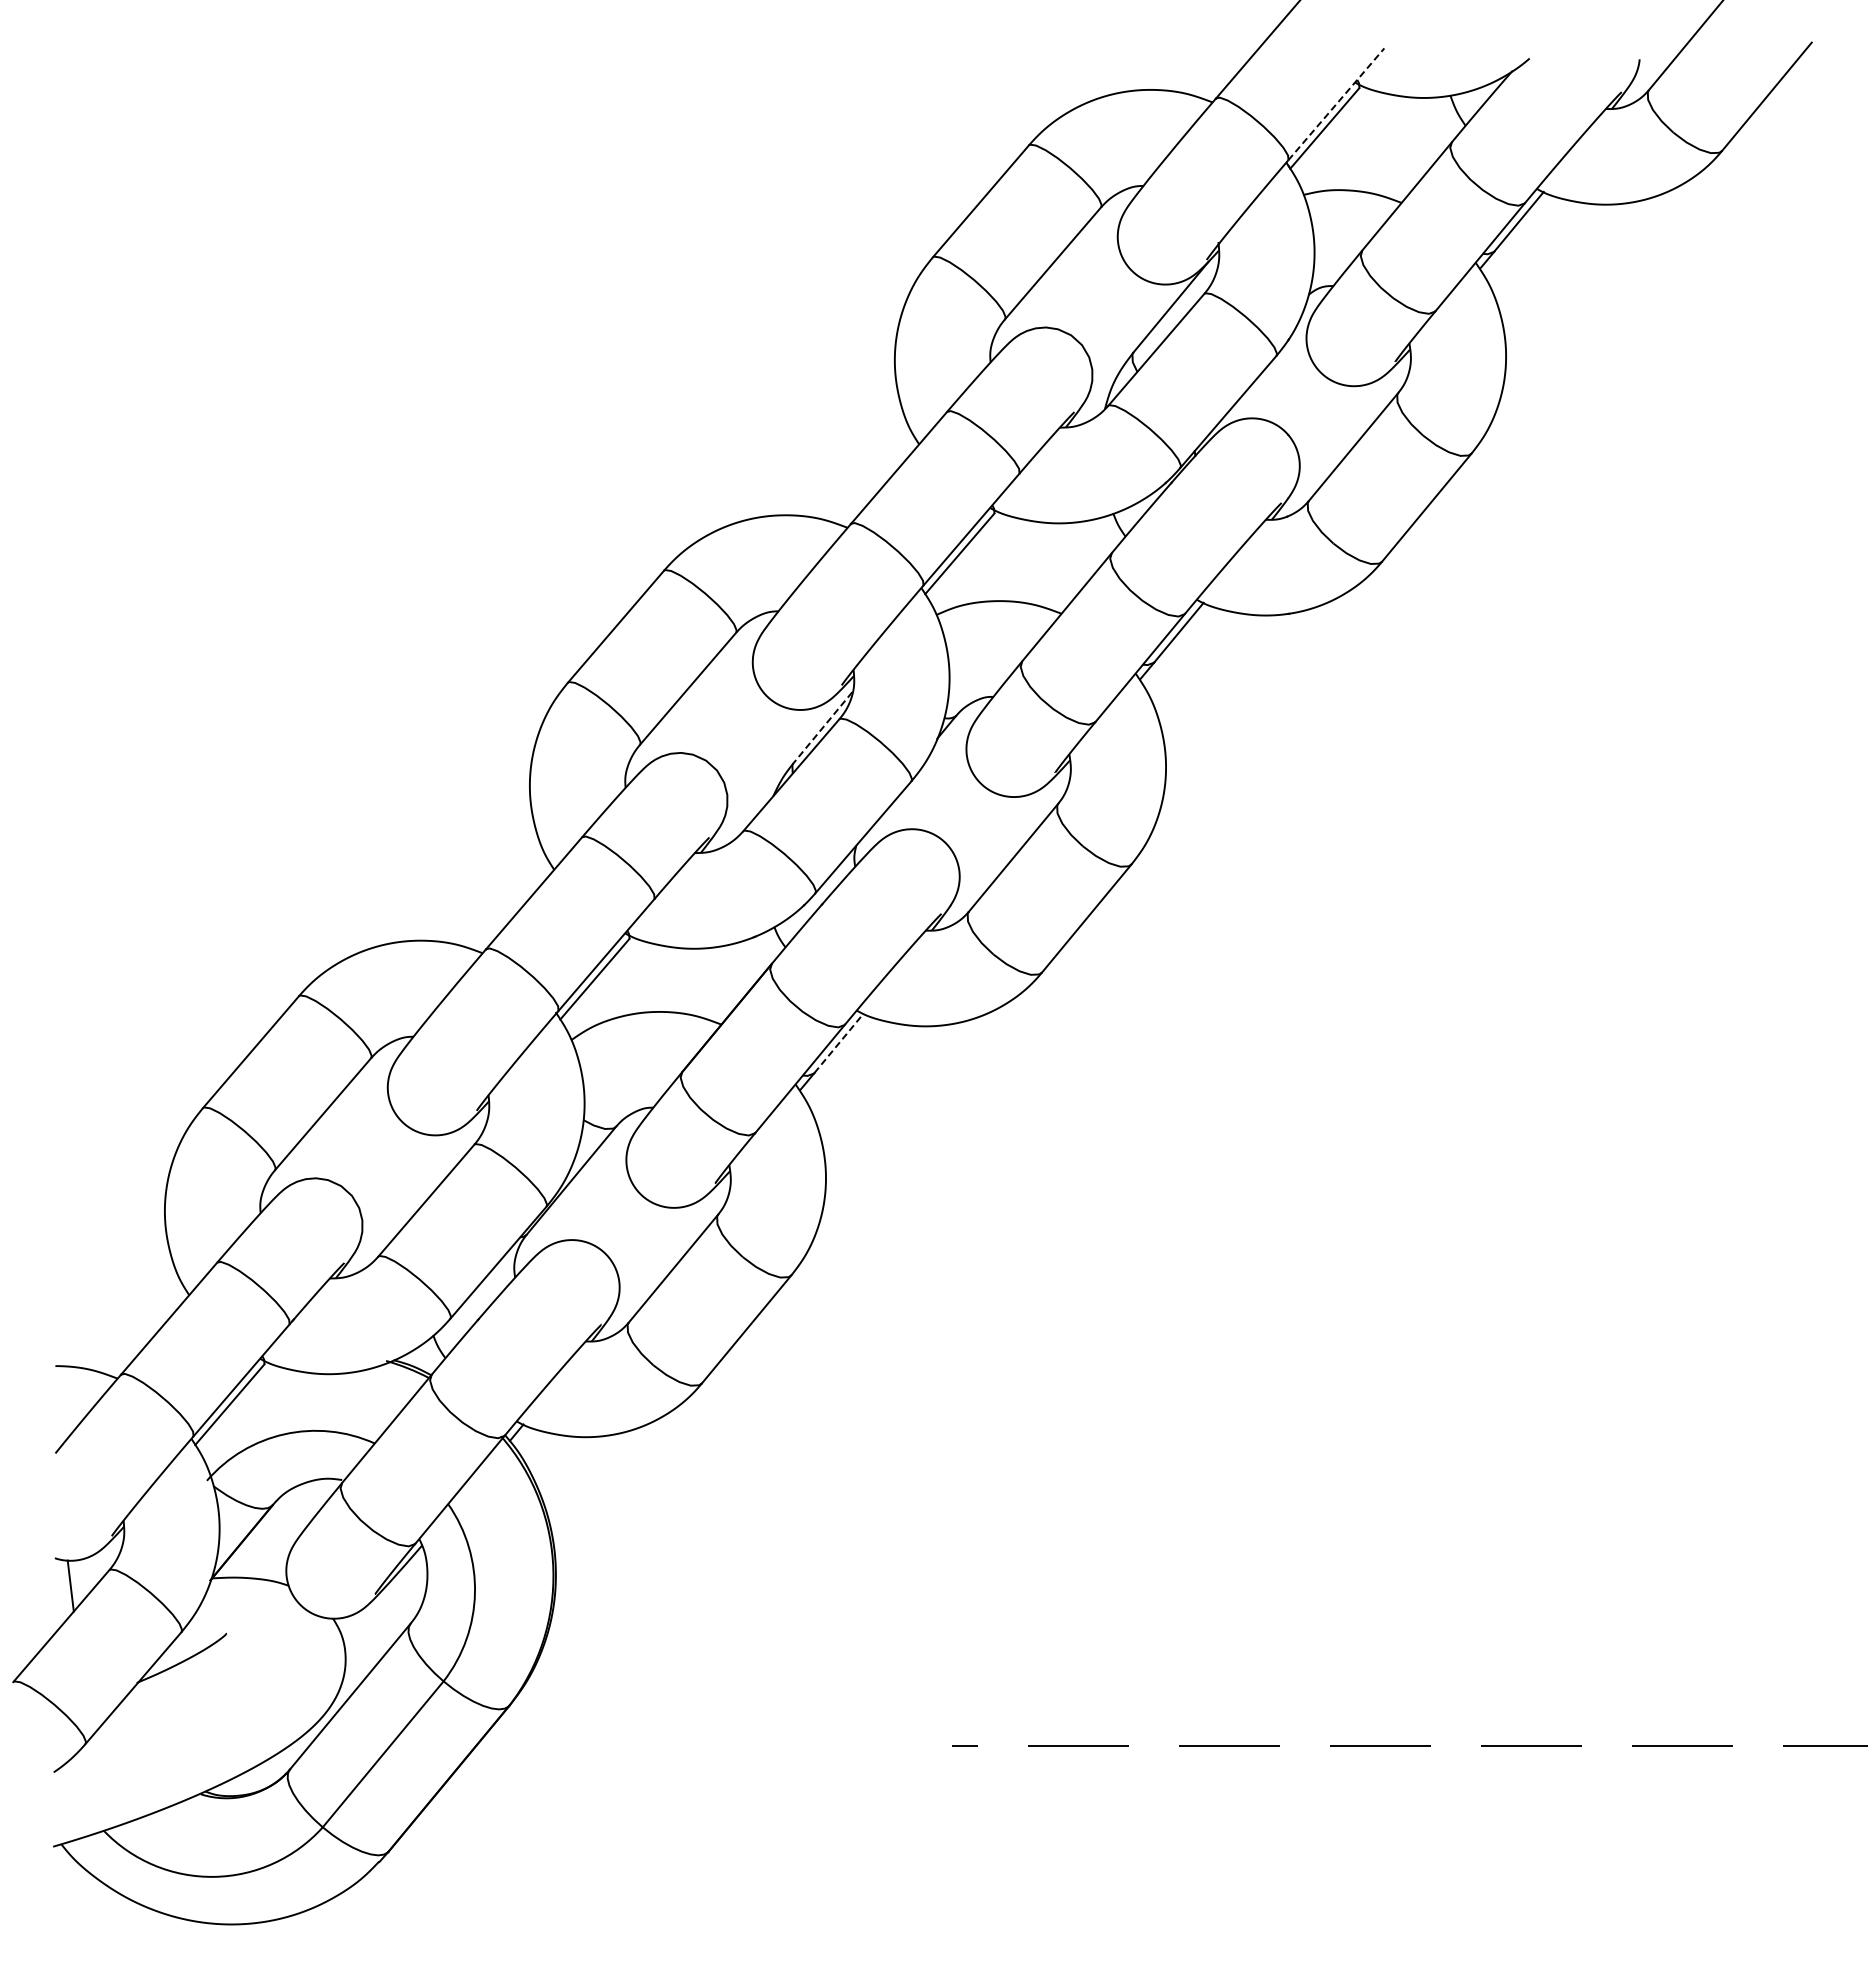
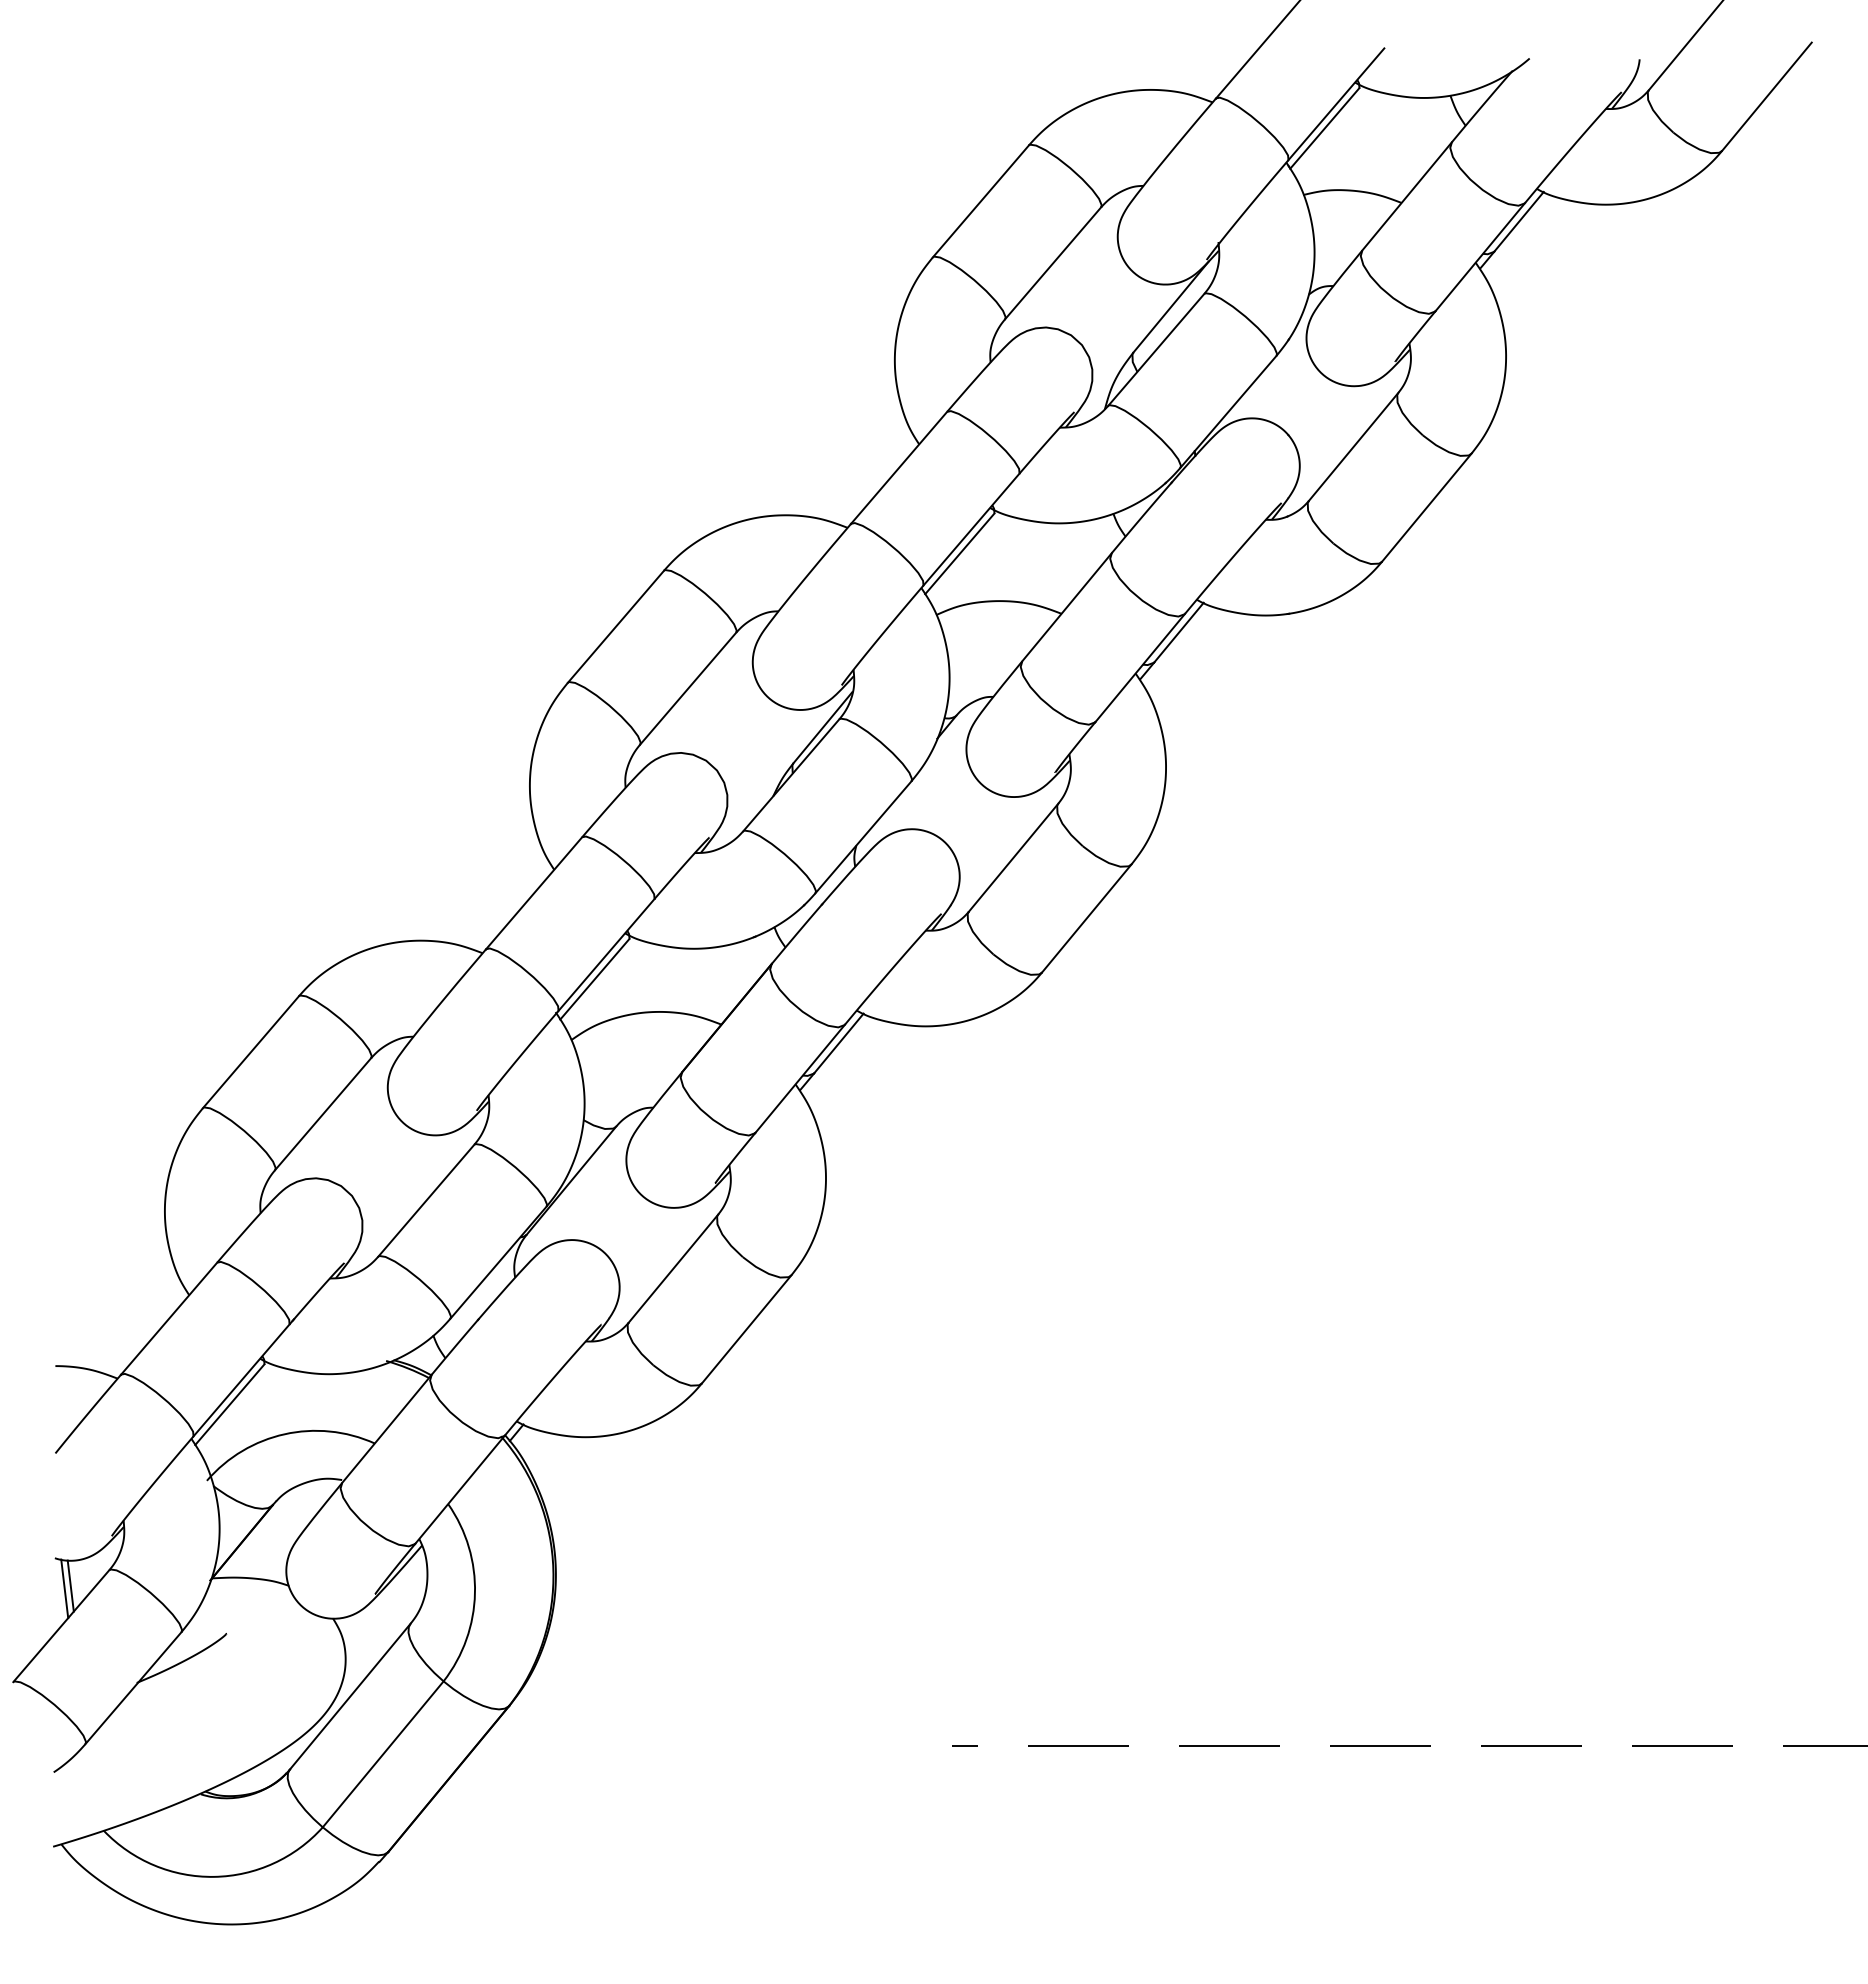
line at (1336, 104): dashed -> solid
line at (822, 728): dashed -> solid
line at (839, 1043): dashed -> solid
line at (64, 1588): none -> present
